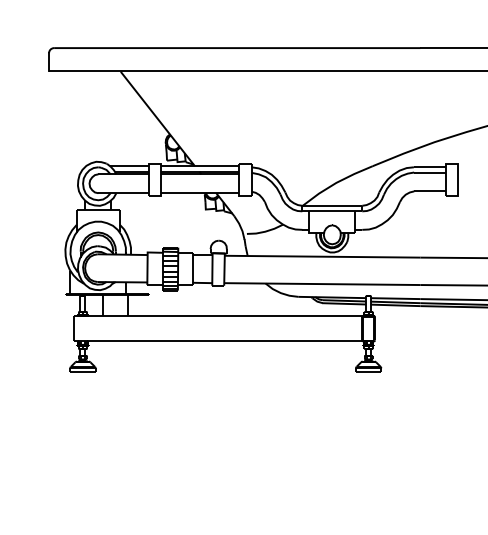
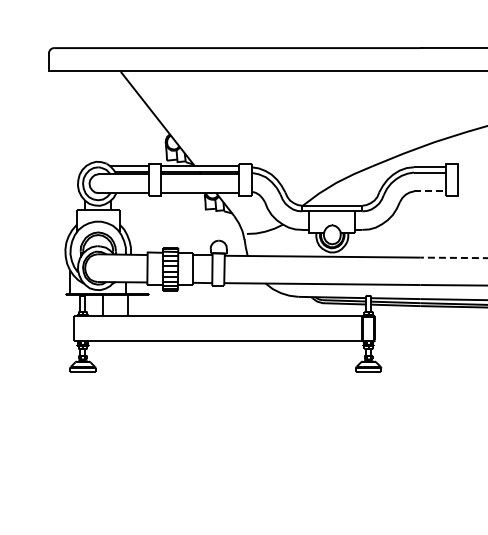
line at (430, 191): solid -> dashed
line at (453, 257): solid -> dashed
